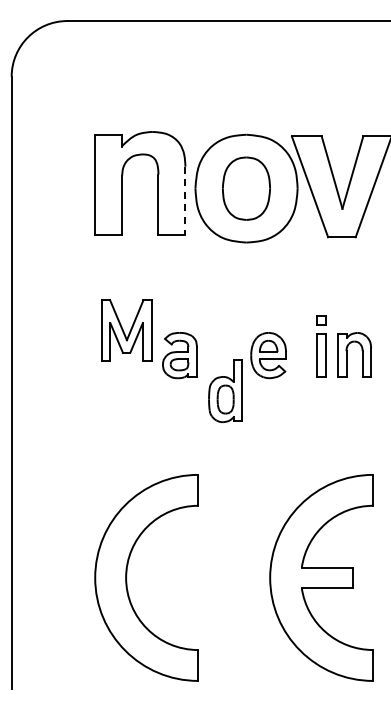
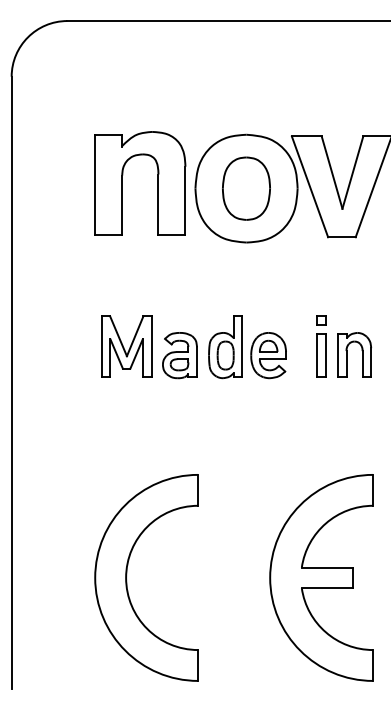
line at (185, 201): dashed -> solid
part at (126, 330) position: (126, 330) -> (126, 346)
part at (225, 391) position: (225, 391) -> (225, 347)
